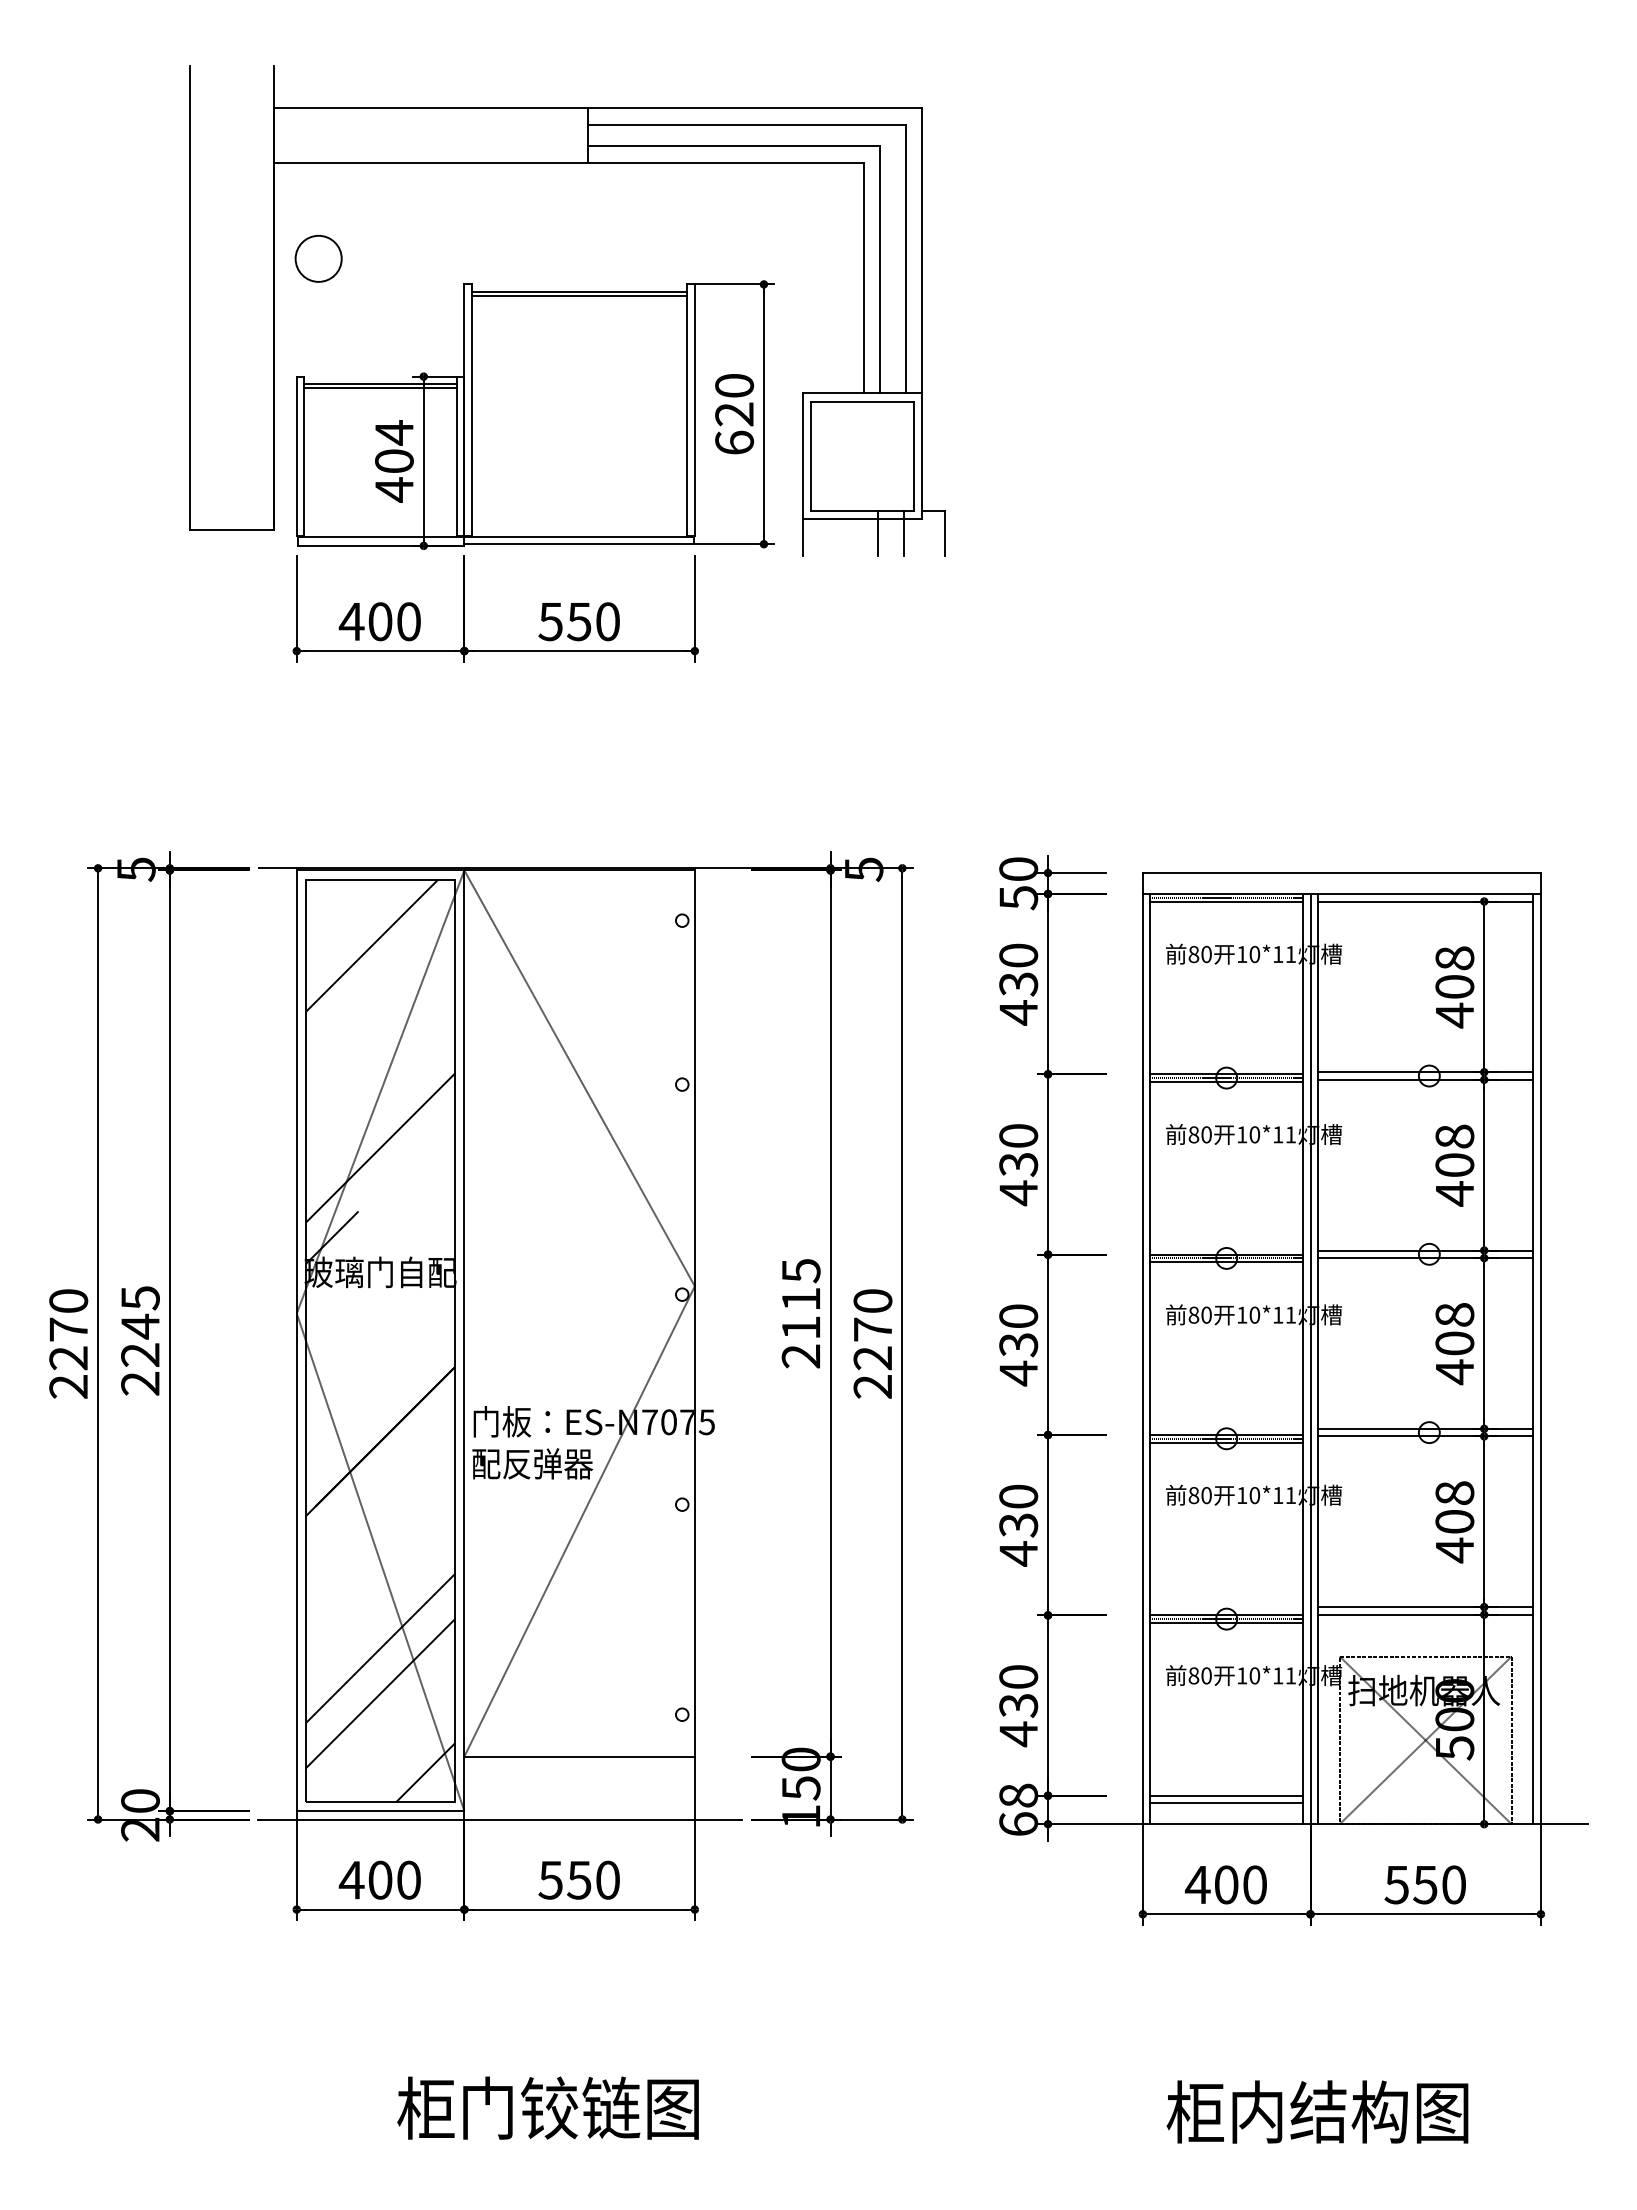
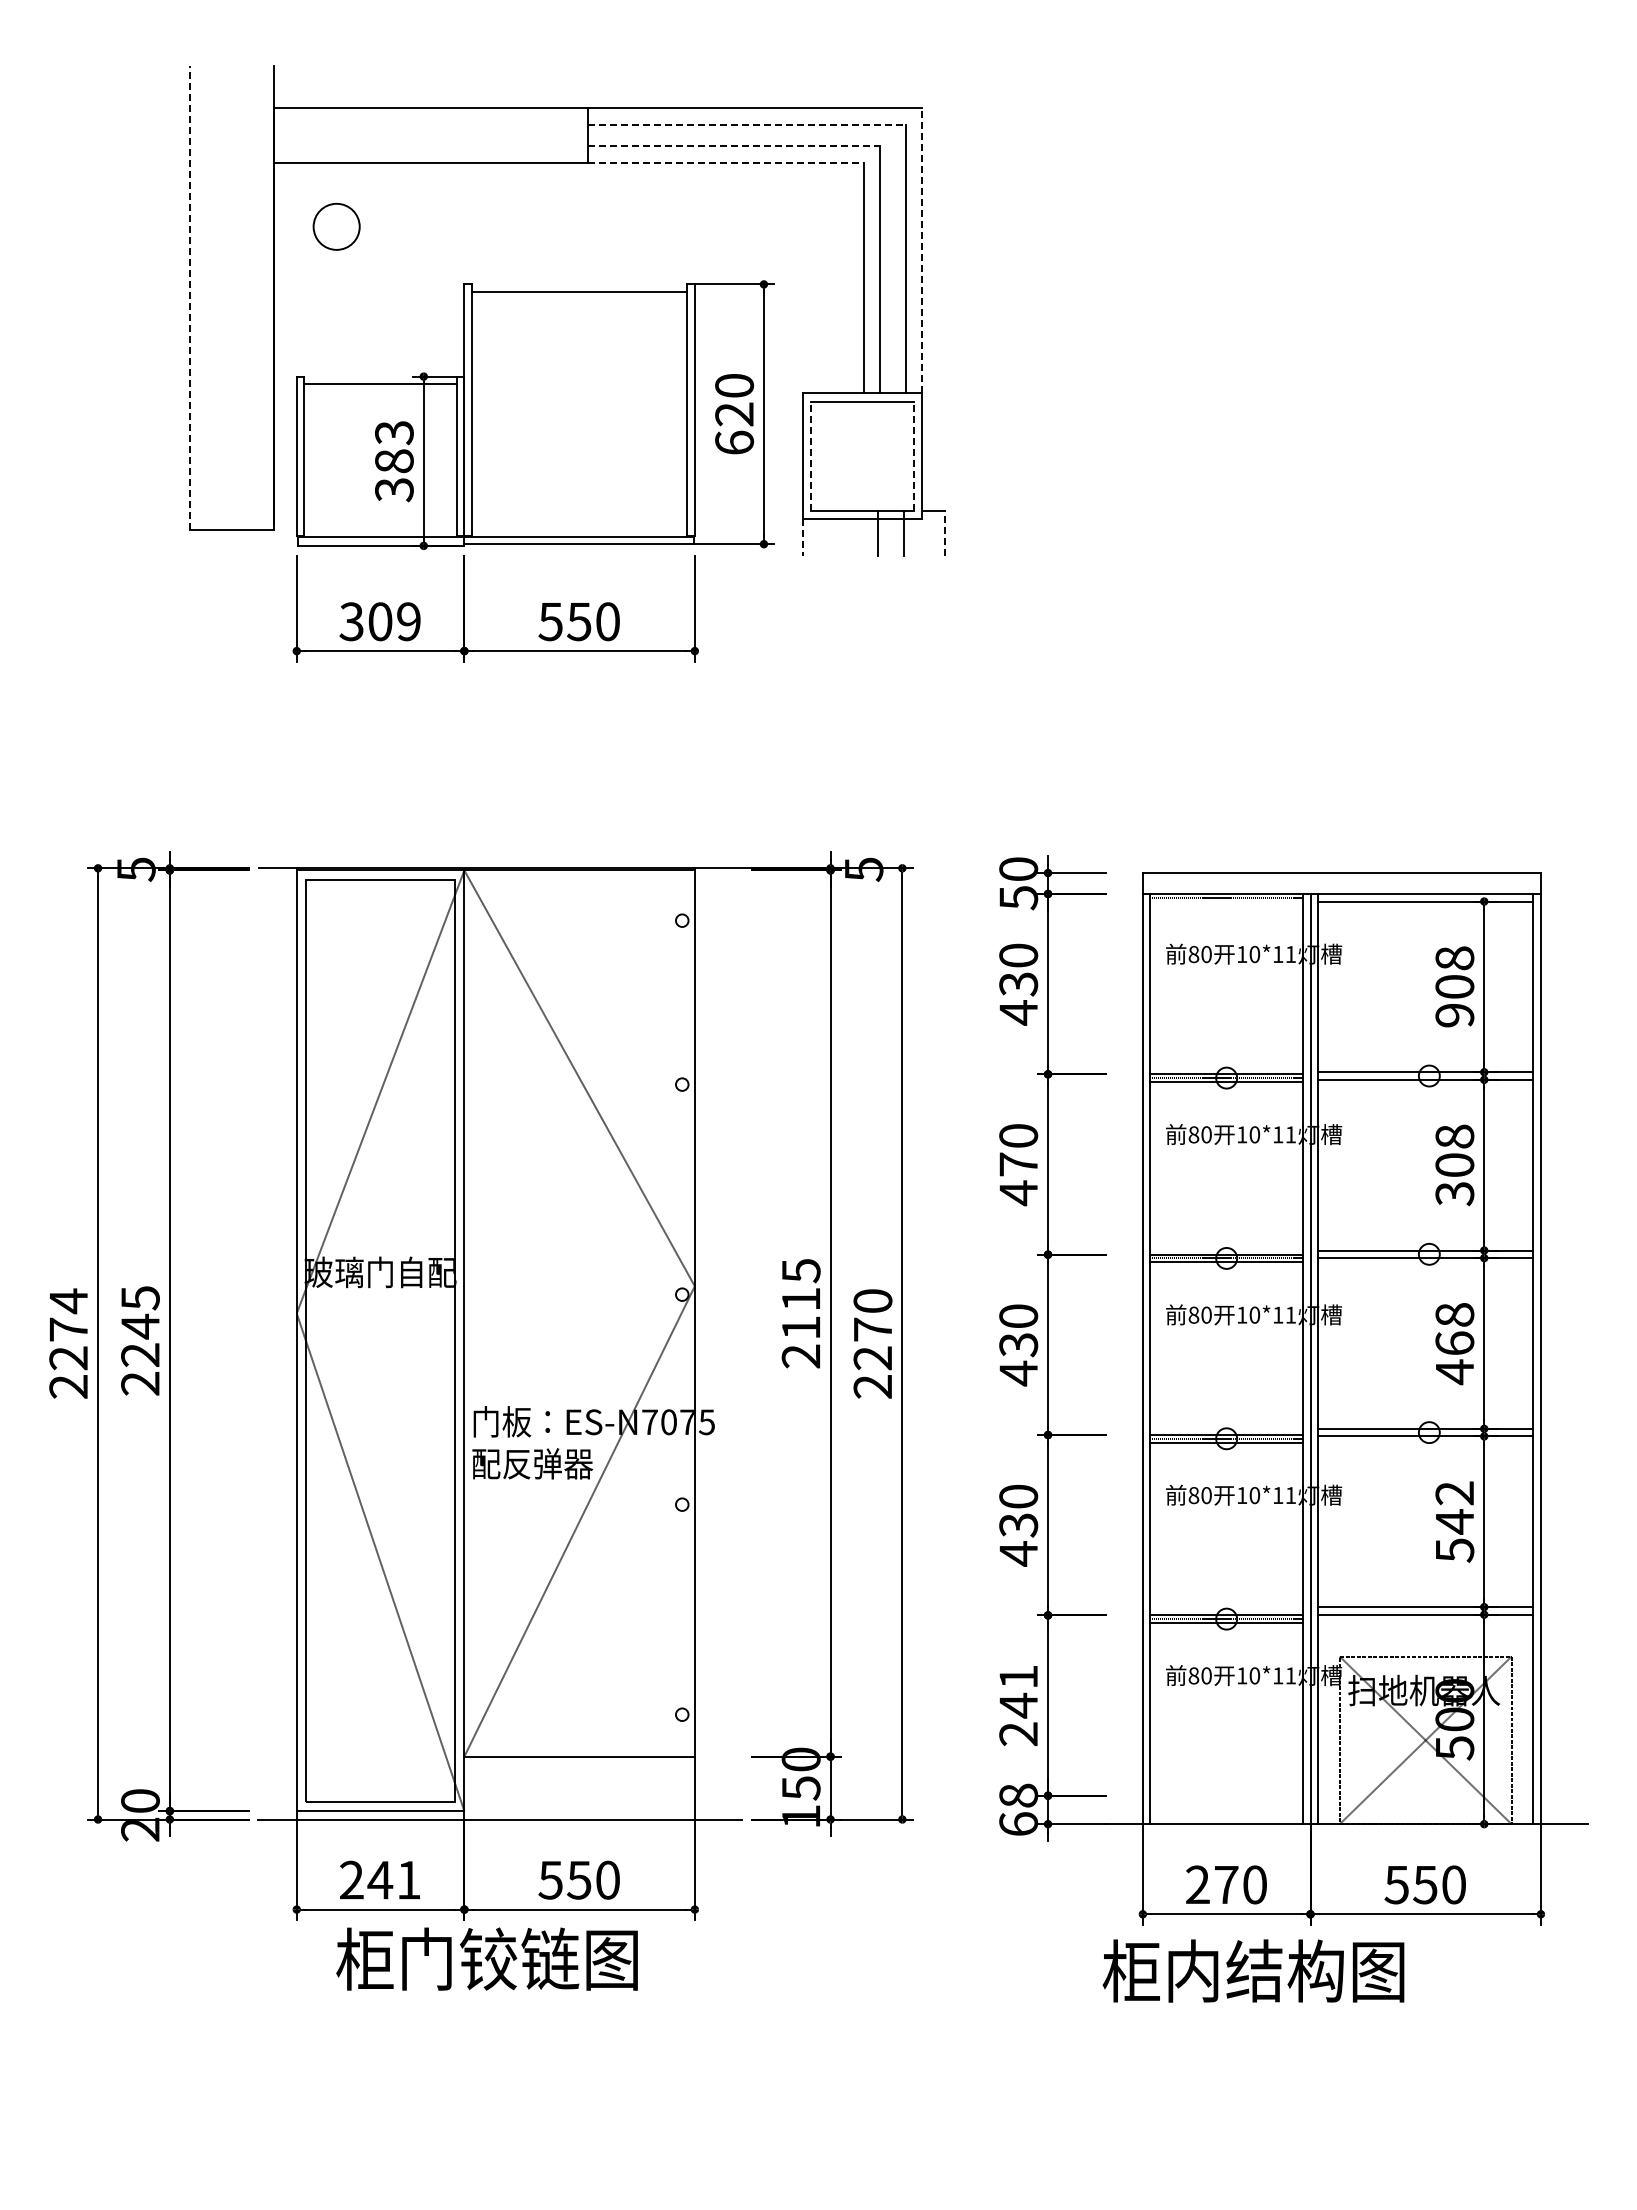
line at (746, 125): solid -> dashed
line at (734, 146): solid -> dashed
line at (725, 162): solid -> dashed
line at (922, 250): solid -> dashed
circle at (318, 258) position: (318, 258) -> (336, 226)
line at (579, 295): present -> none
line at (189, 297): solid -> dashed
line at (380, 387): present -> none
line at (811, 455): solid -> dashed
line at (913, 455): solid -> dashed
text at (394, 461): 404 -> 383
line at (945, 532): solid -> dashed
line at (802, 537): solid -> dashed
text at (379, 621): 400 -> 309
line at (1226, 901): present -> none
text at (1454, 1015): 408 -> 908
text at (1018, 1164): 430 -> 470
text at (1454, 1193): 408 -> 308
text at (68, 1301): 2270 -> 2274
hatch at (380, 1340): present -> none
text at (1454, 1343): 408 -> 468
text at (1454, 1522): 408 -> 542
text at (1018, 1706): 430 -> 241
line at (1226, 1795): present -> none
line at (1226, 1803): present -> none
text at (379, 1879): 400 -> 241
text at (1211, 1884): 400 -> 270
text at (547, 2107) position: (547, 2107) -> (486, 1958)
text at (1317, 2111) position: (1317, 2111) -> (1253, 1970)
